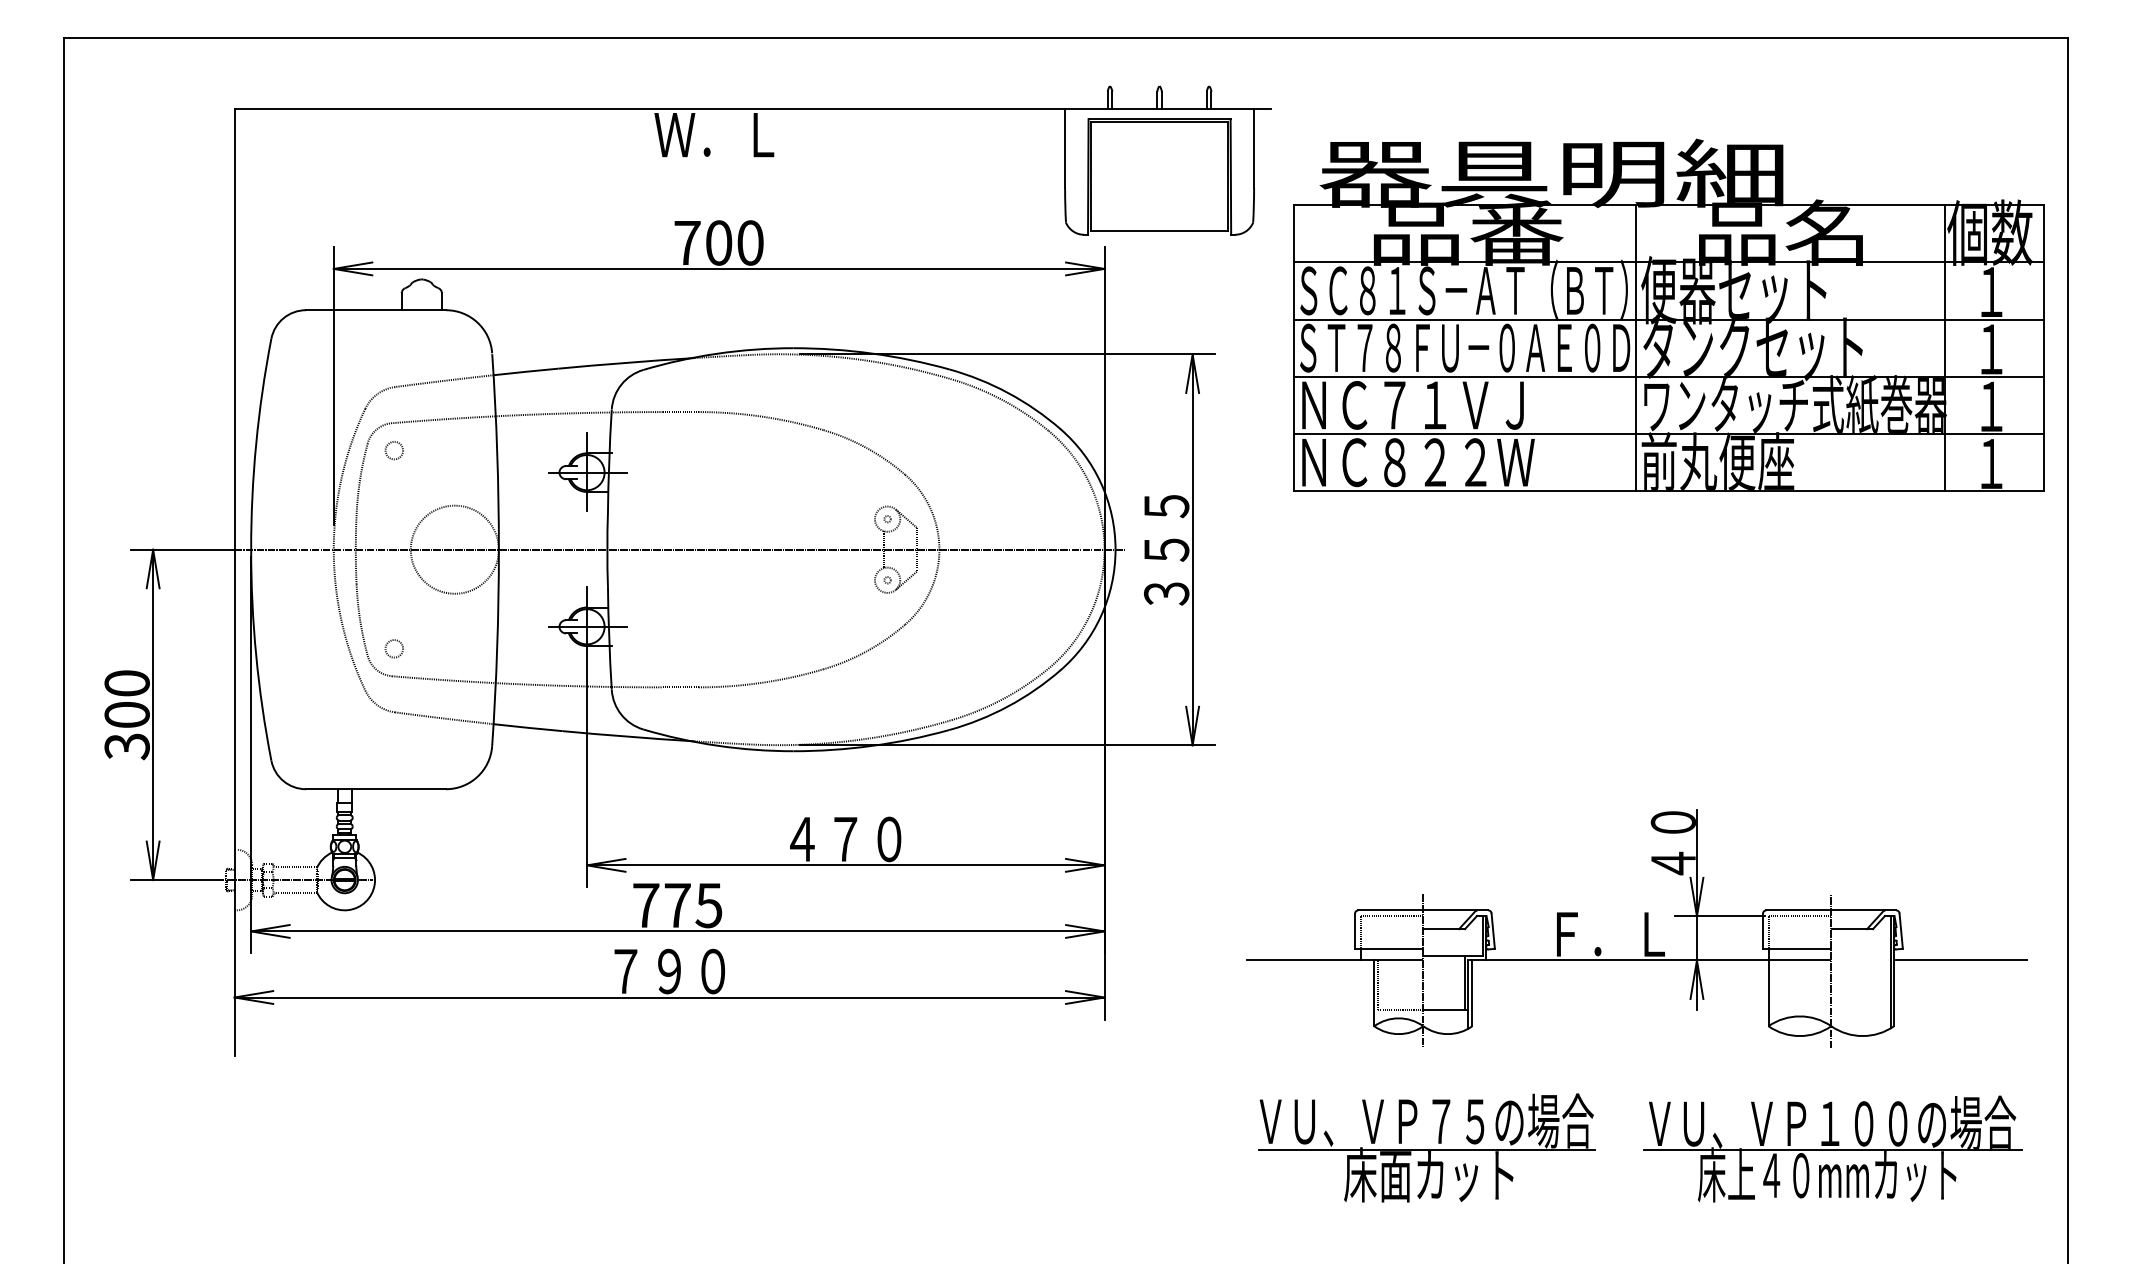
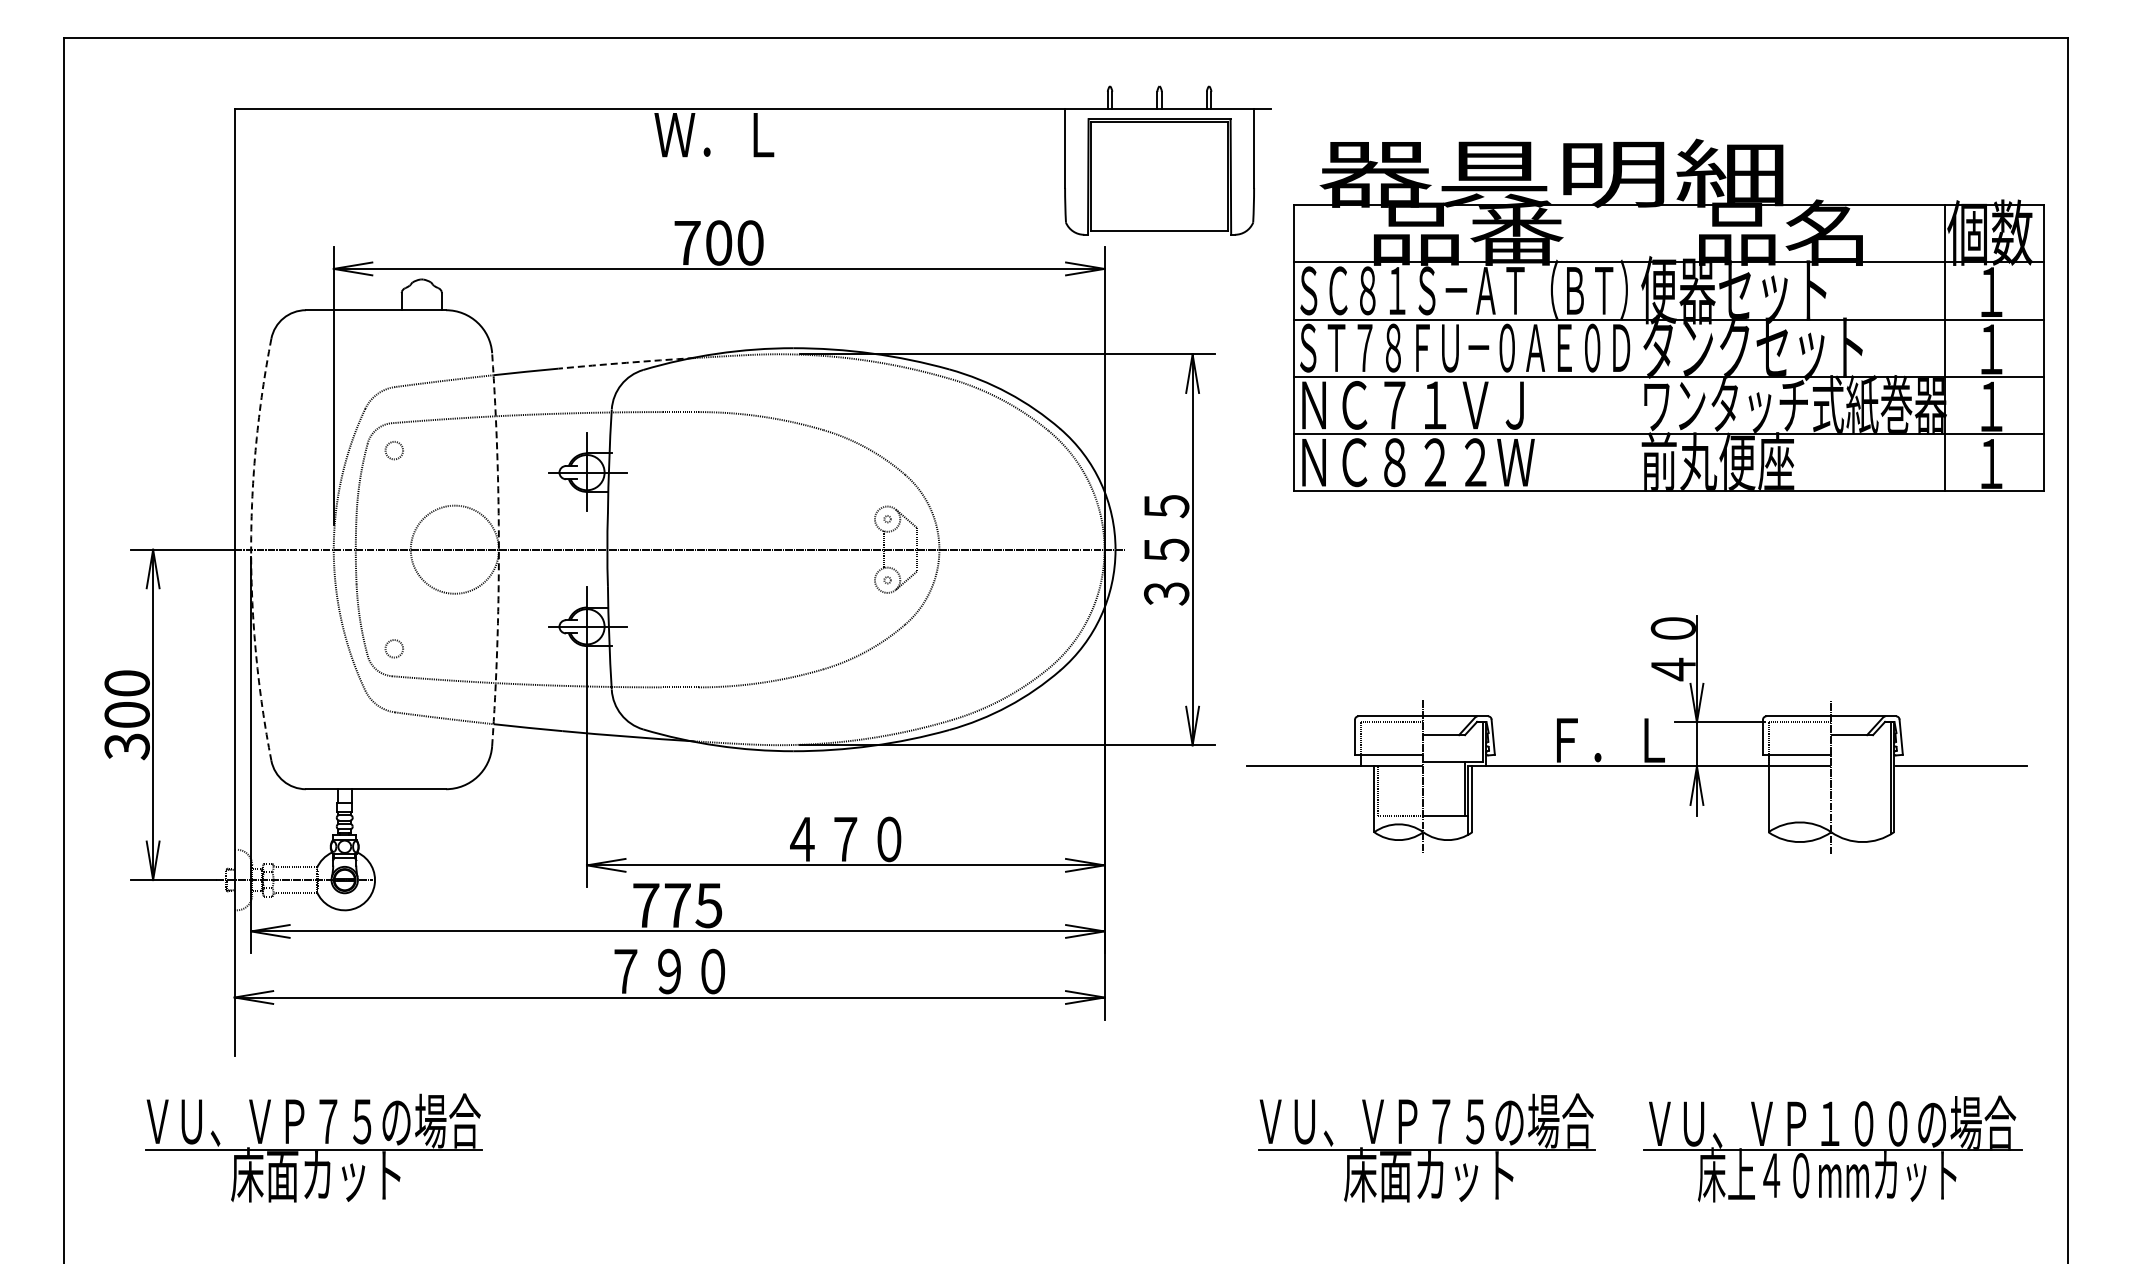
line at (1636, 348): present -> none
arc at (626, 362): solid -> dashed
arc at (251, 549): solid -> dashed
arc at (498, 550): solid -> dashed
part at (1644, 928) position: (1644, 928) -> (1644, 734)
part at (313, 1147): none -> present
